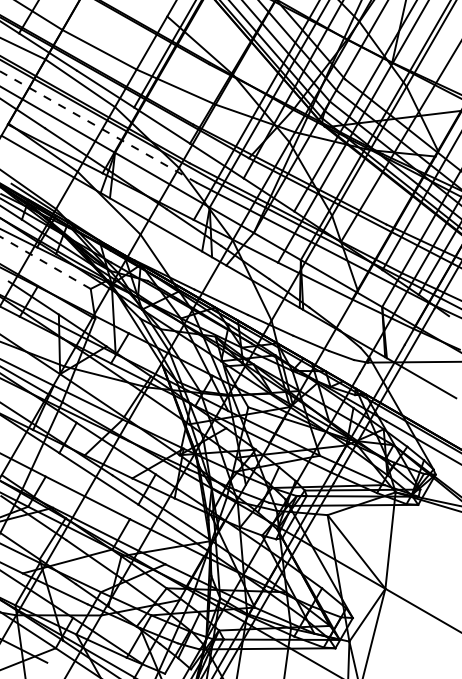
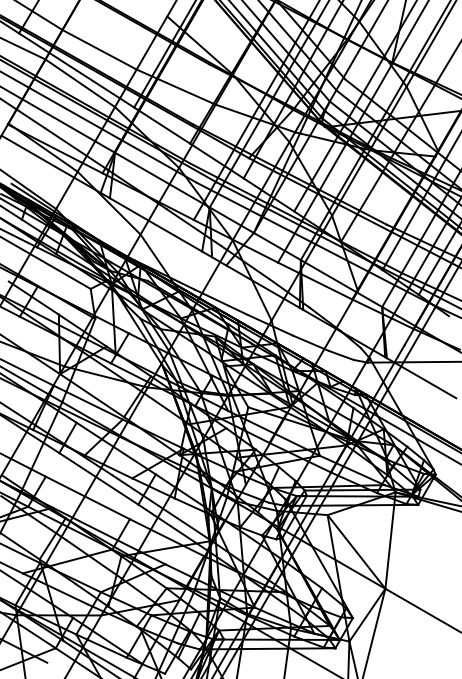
line at (98, 127): dashed -> solid
line at (45, 262): dashed -> solid
